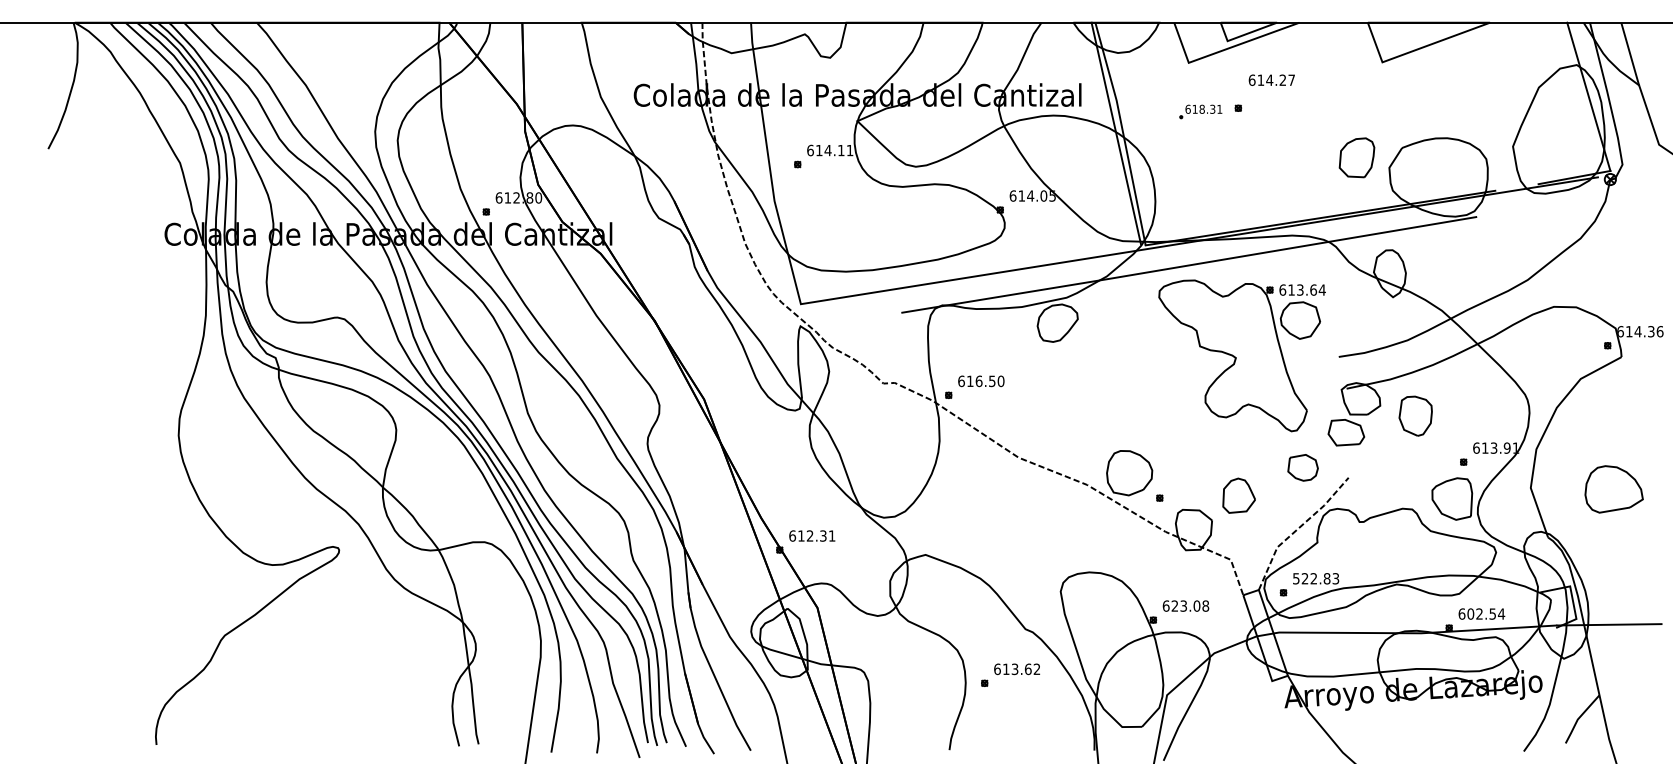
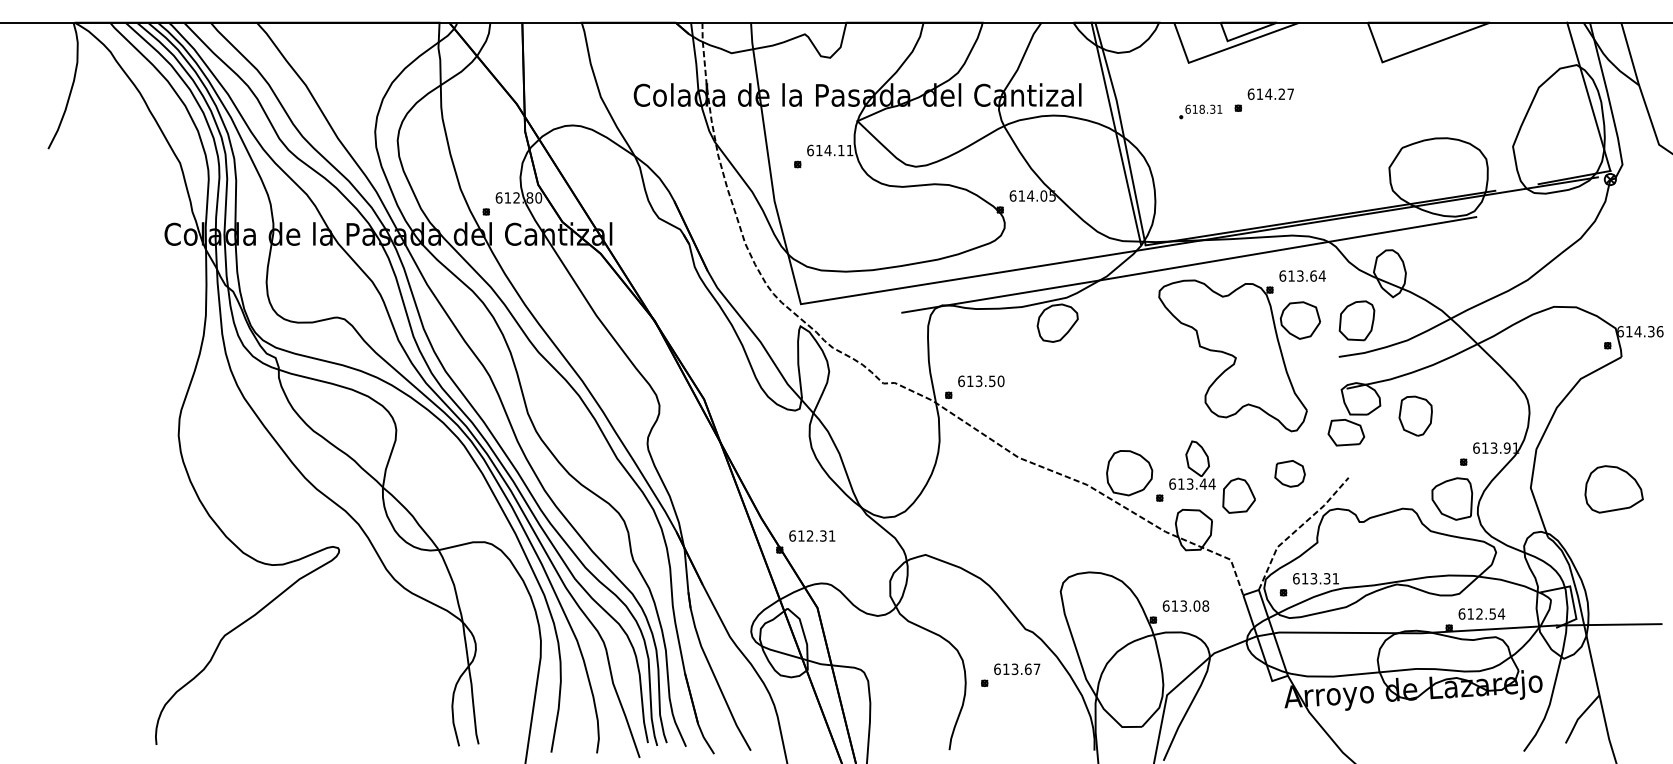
text at (1271, 79) position: (1271, 79) -> (1270, 93)
part at (1356, 157) position: (1356, 157) -> (1356, 320)
text at (1302, 289) position: (1302, 289) -> (1302, 275)
text at (978, 381): 616.50 -> 613.50
part at (1192, 464): none -> present
part at (1302, 467) position: (1302, 467) -> (1289, 473)
text at (1316, 578): 522.83 -> 613.31
text at (1174, 605): 623.08 -> 613.08
text at (1470, 613): 602.54 -> 612.54
text at (1036, 668): 613.62 -> 613.67
